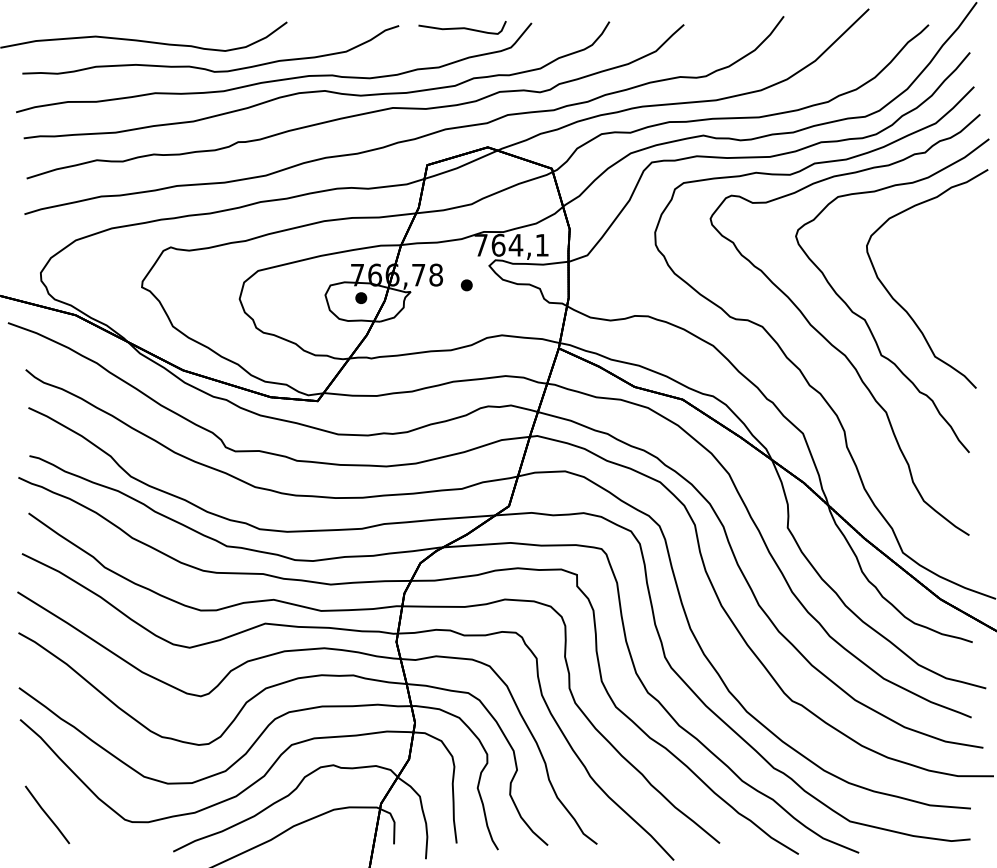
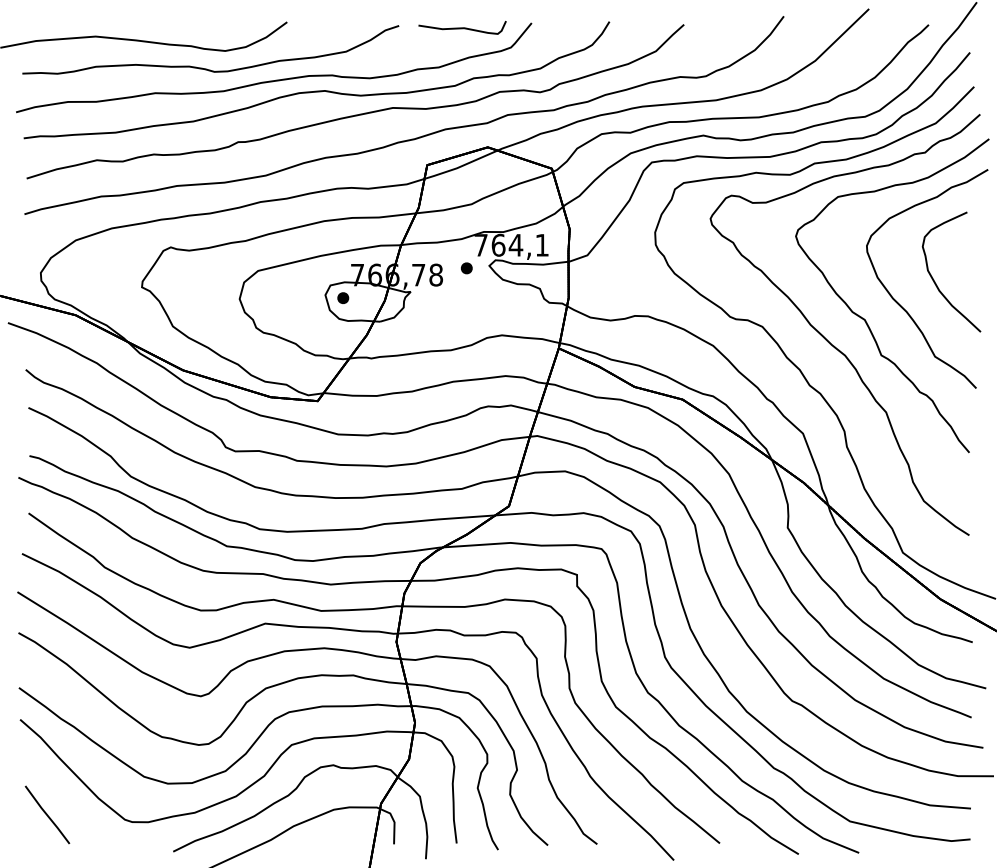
part at (934, 279): none -> present
part at (466, 285) position: (466, 285) -> (466, 268)
part at (361, 297) position: (361, 297) -> (343, 297)
